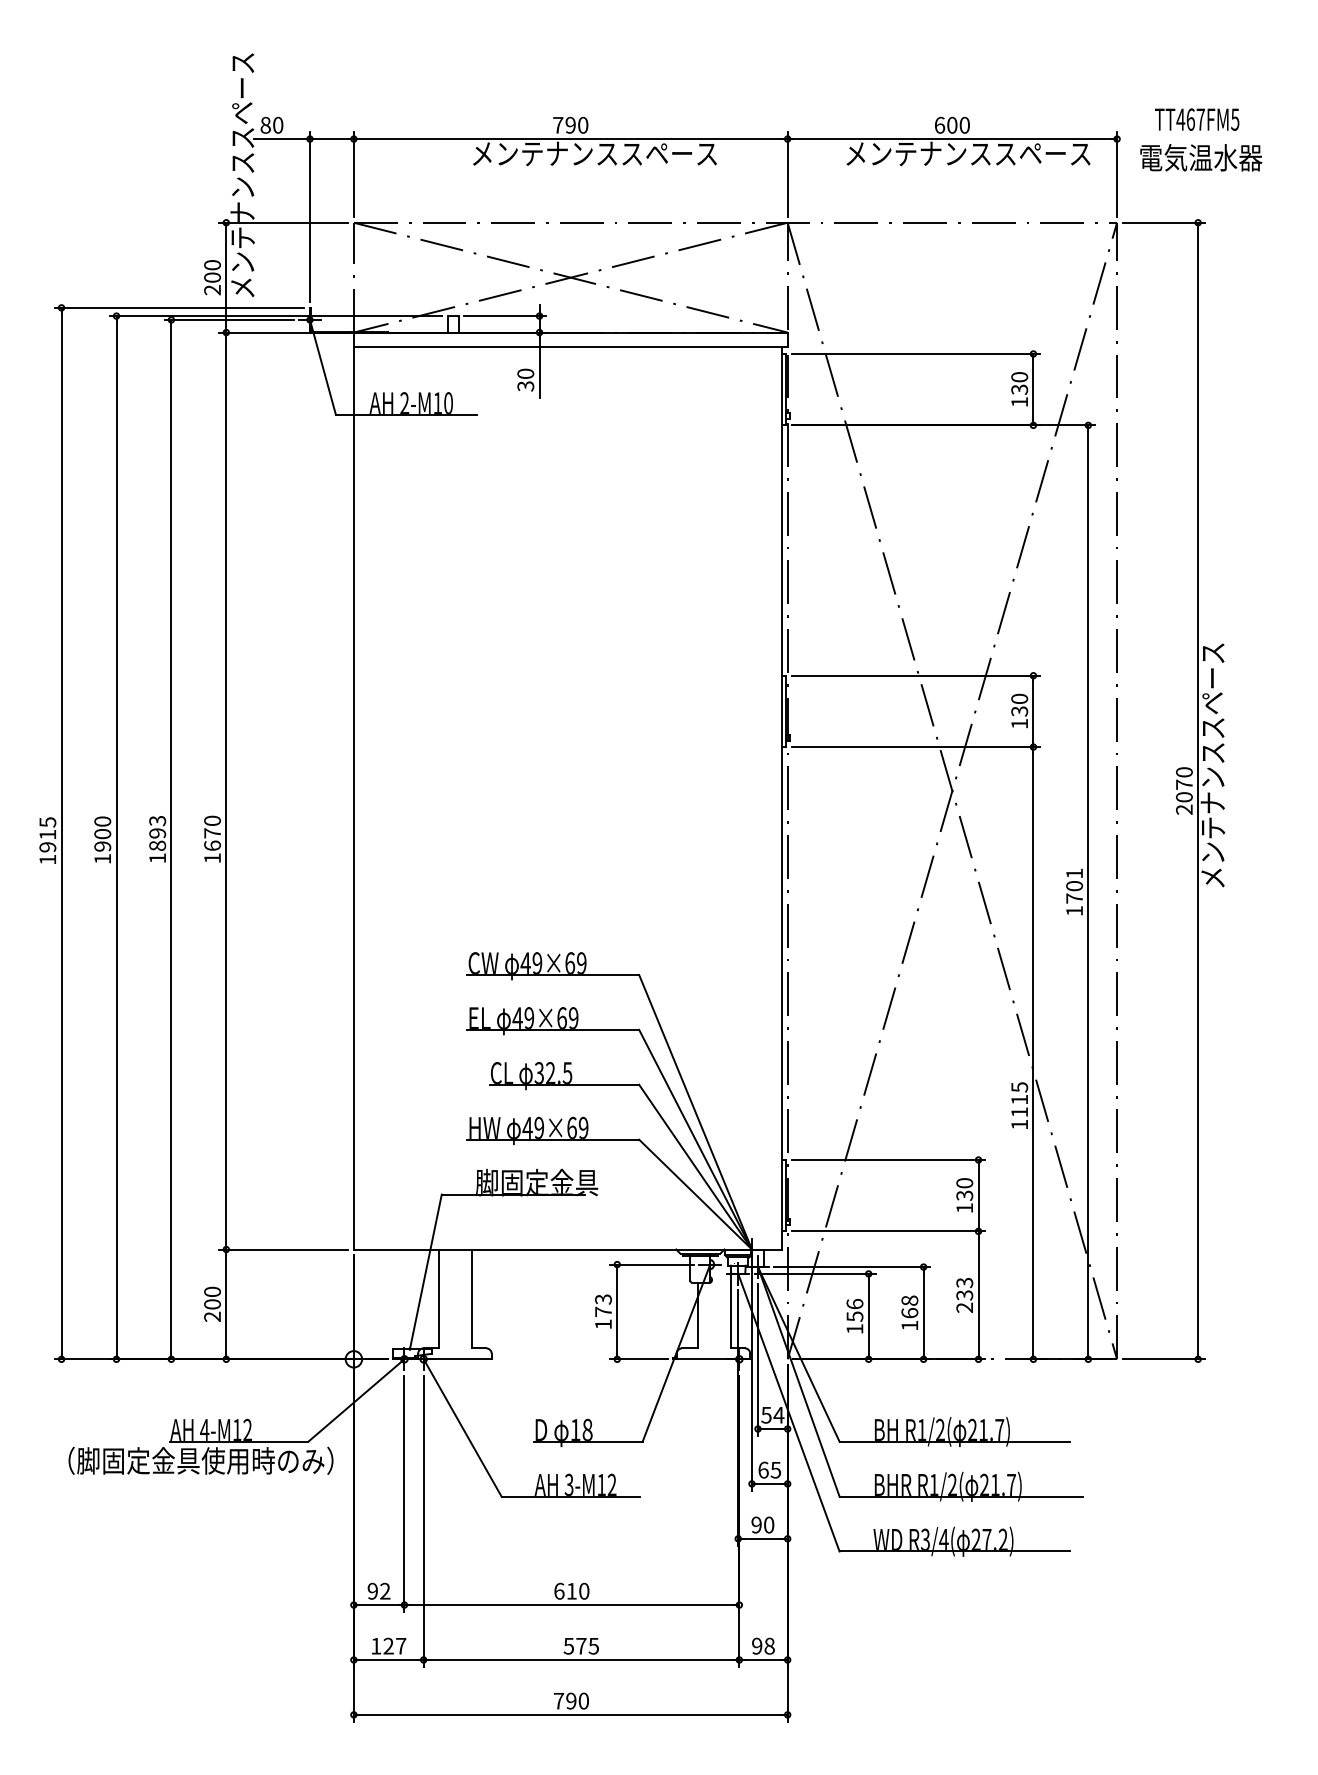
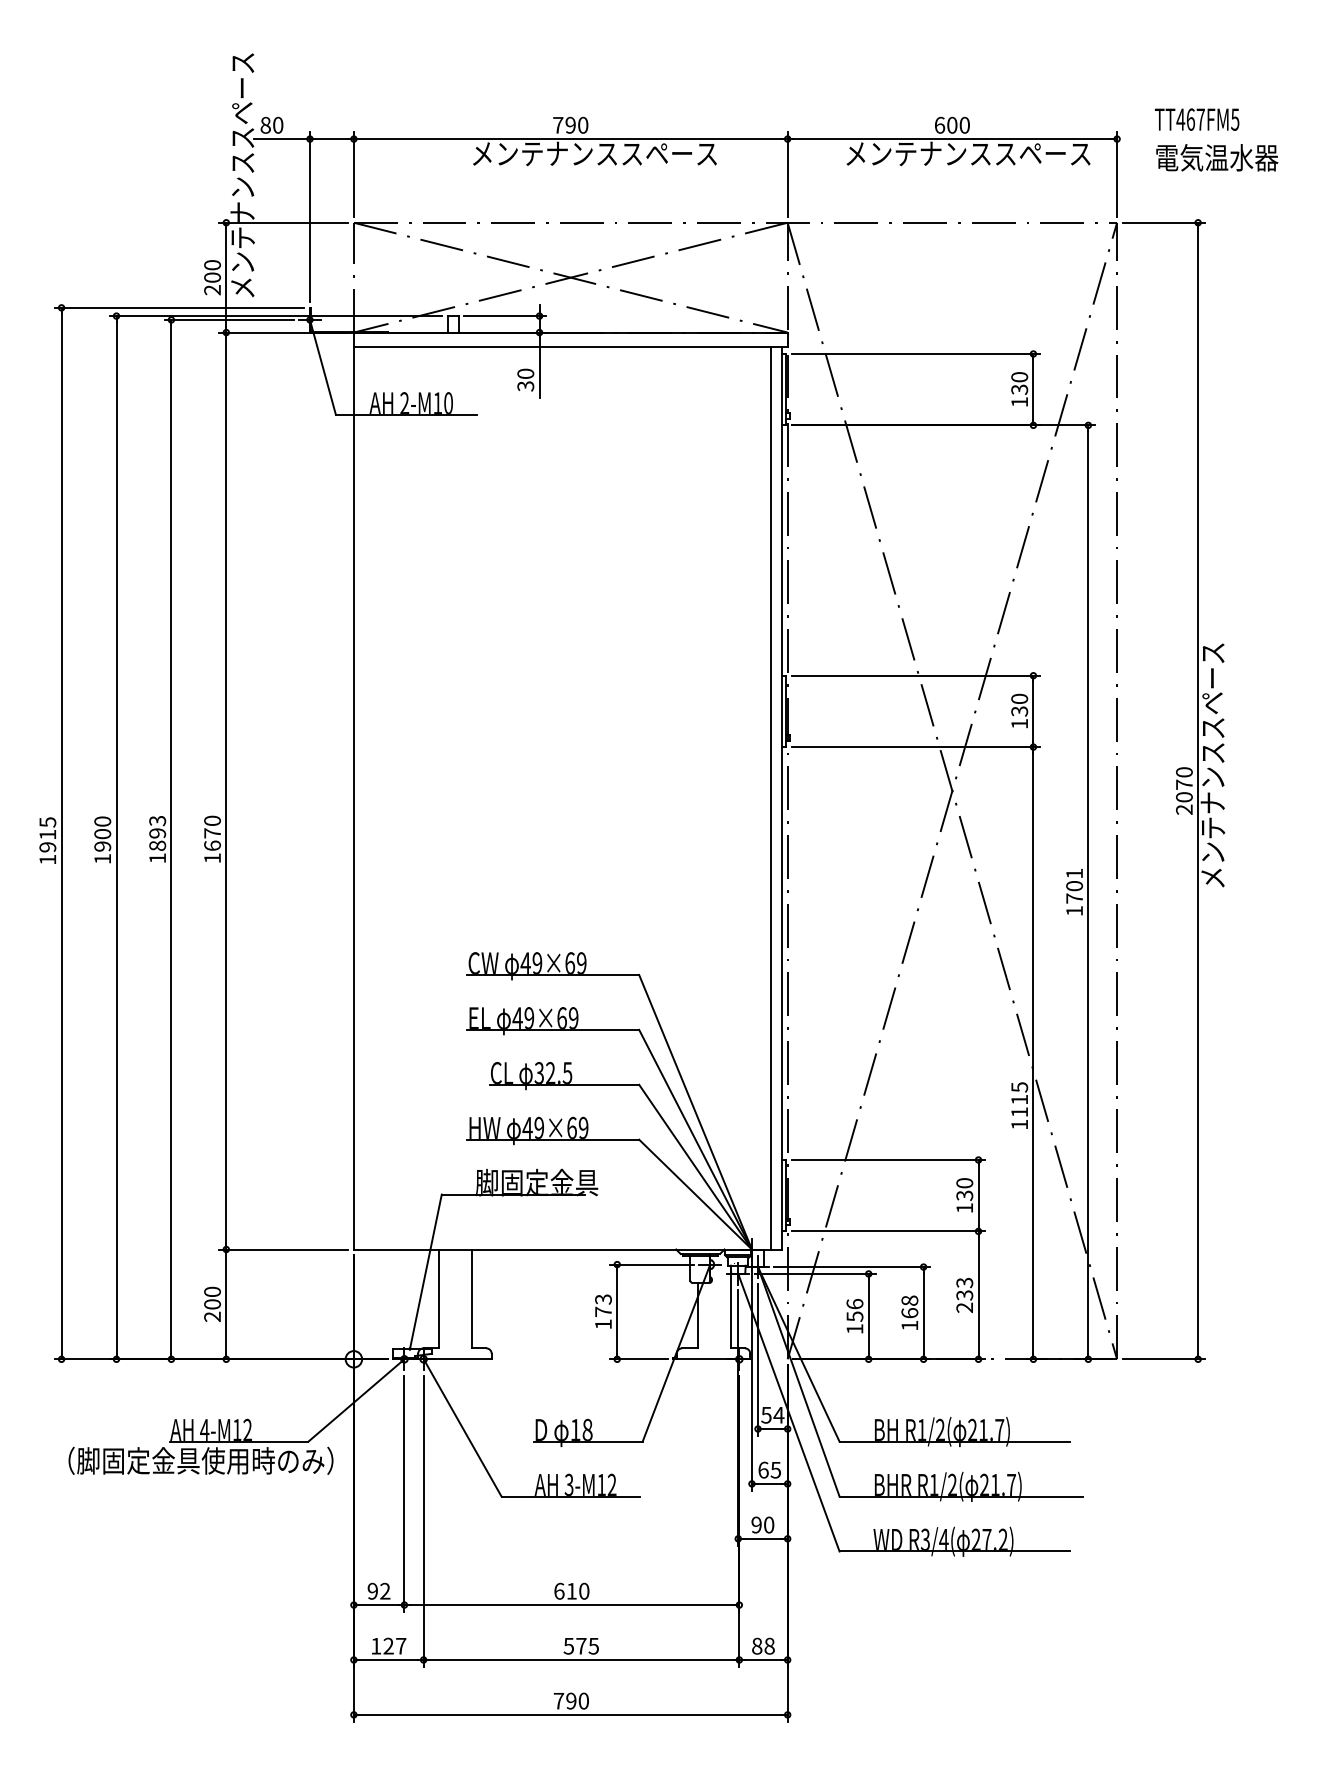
text at (1201, 157) position: (1201, 157) -> (1217, 157)
line at (771, 798): none -> present
text at (757, 1645): 98 -> 88
